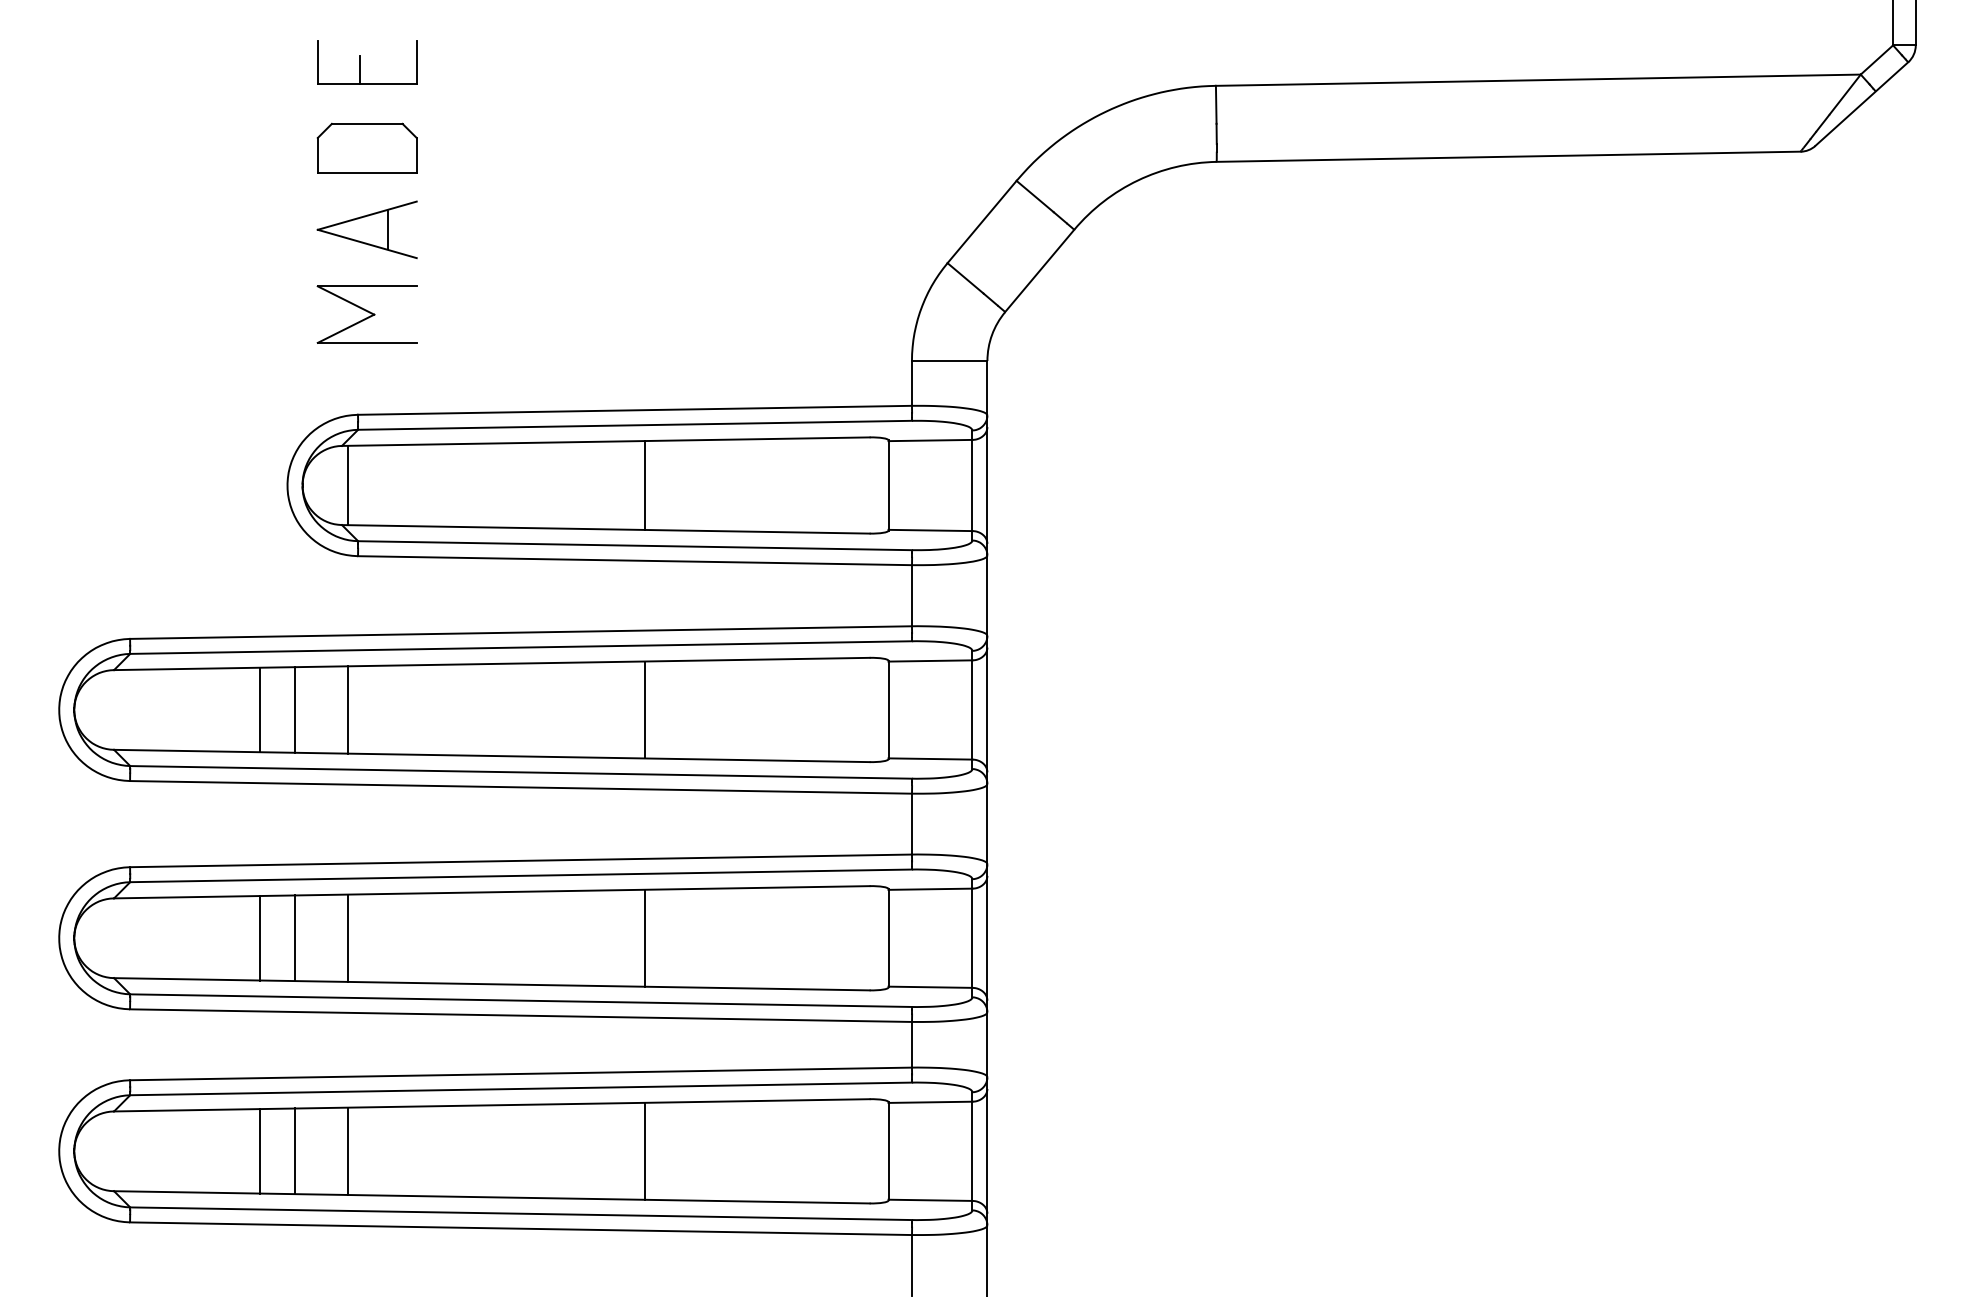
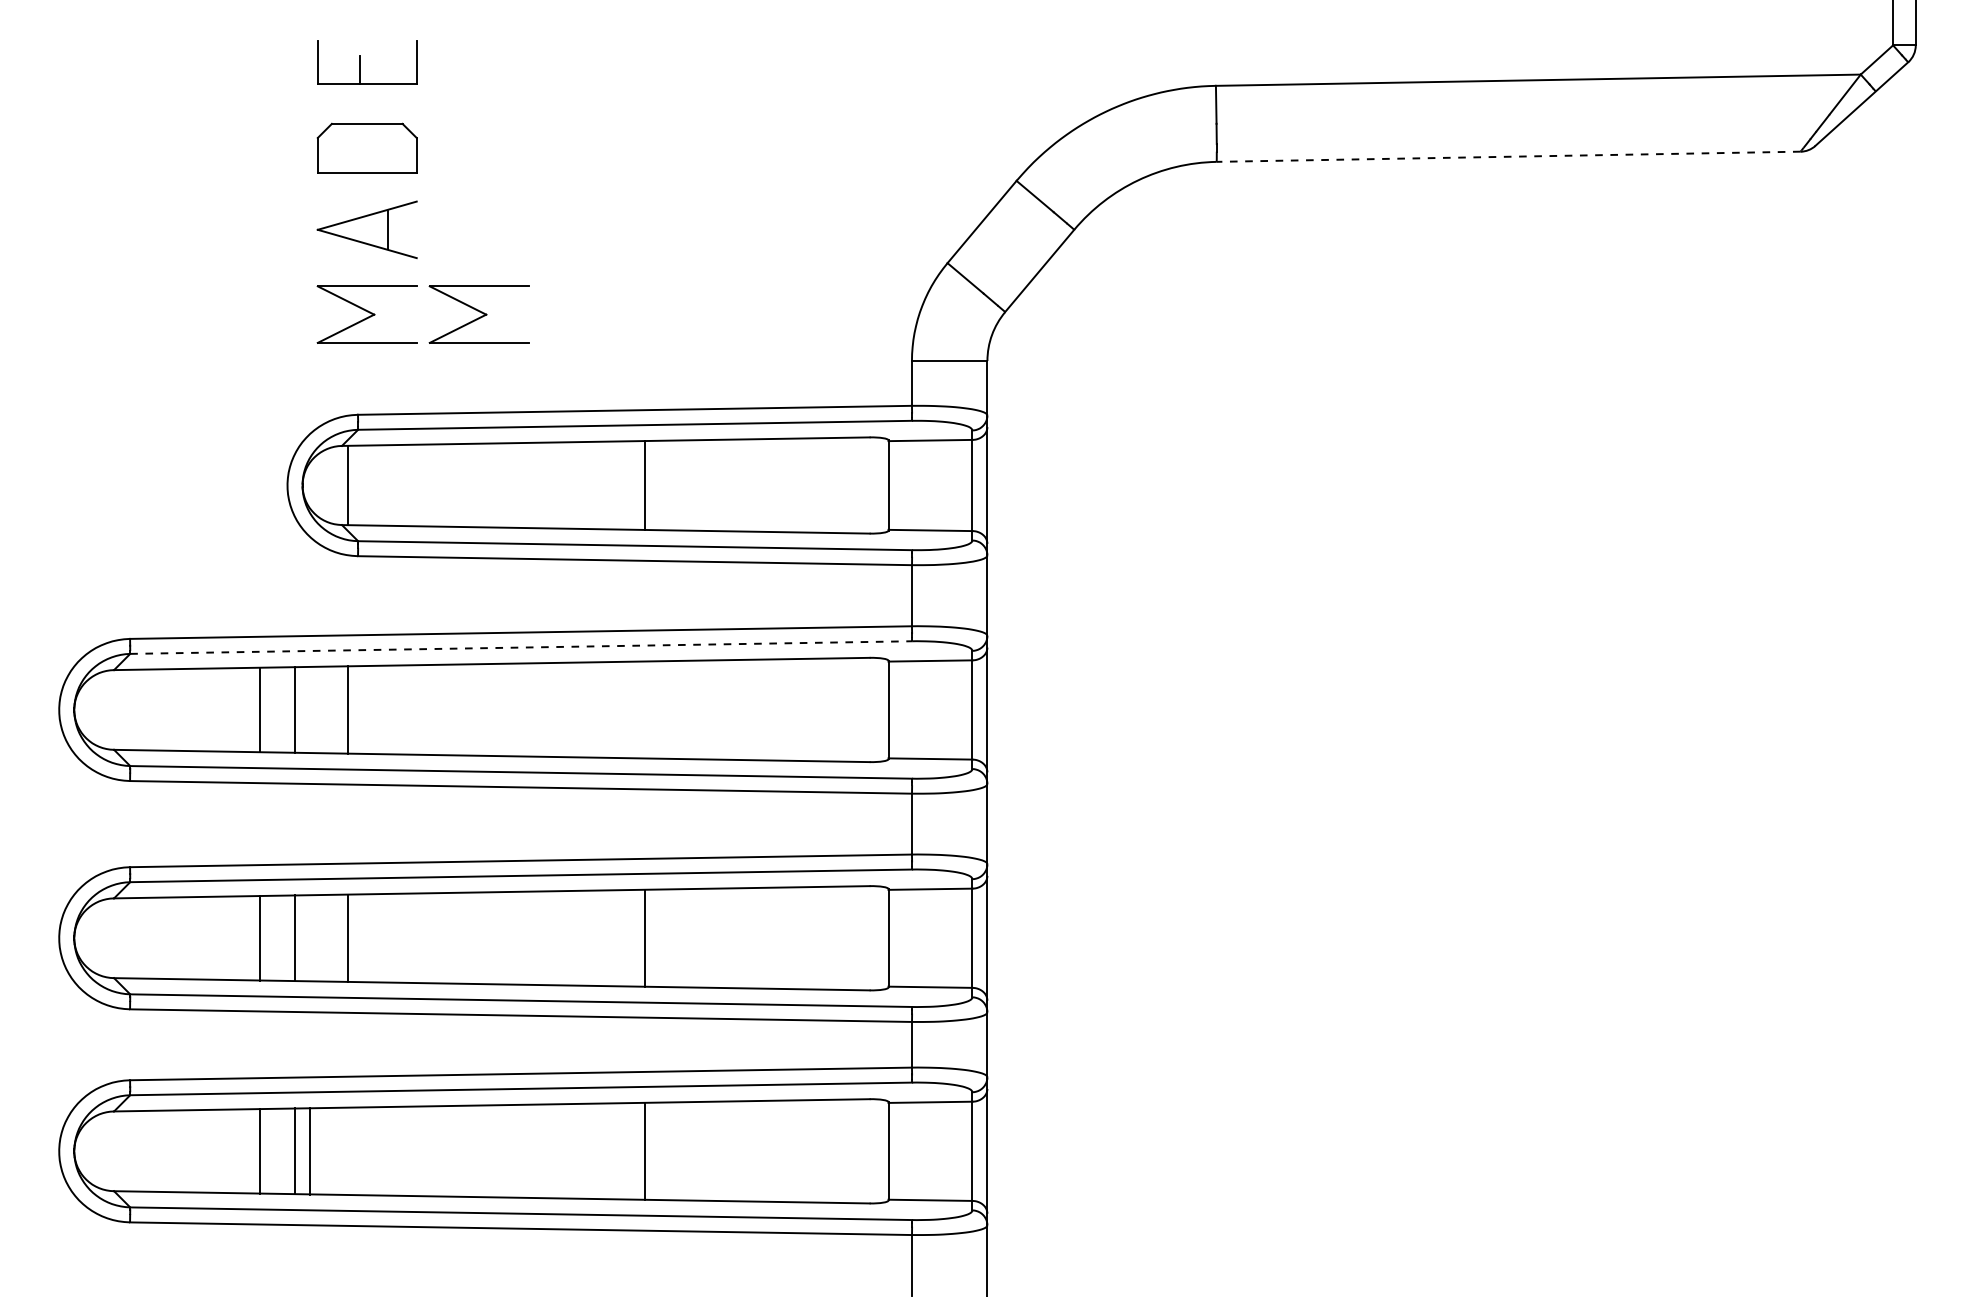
line at (1508, 156): solid -> dashed
part at (478, 314): none -> present
line at (521, 647): solid -> dashed
line at (645, 709): present -> none
line at (348, 1151) position: (348, 1151) -> (310, 1151)
